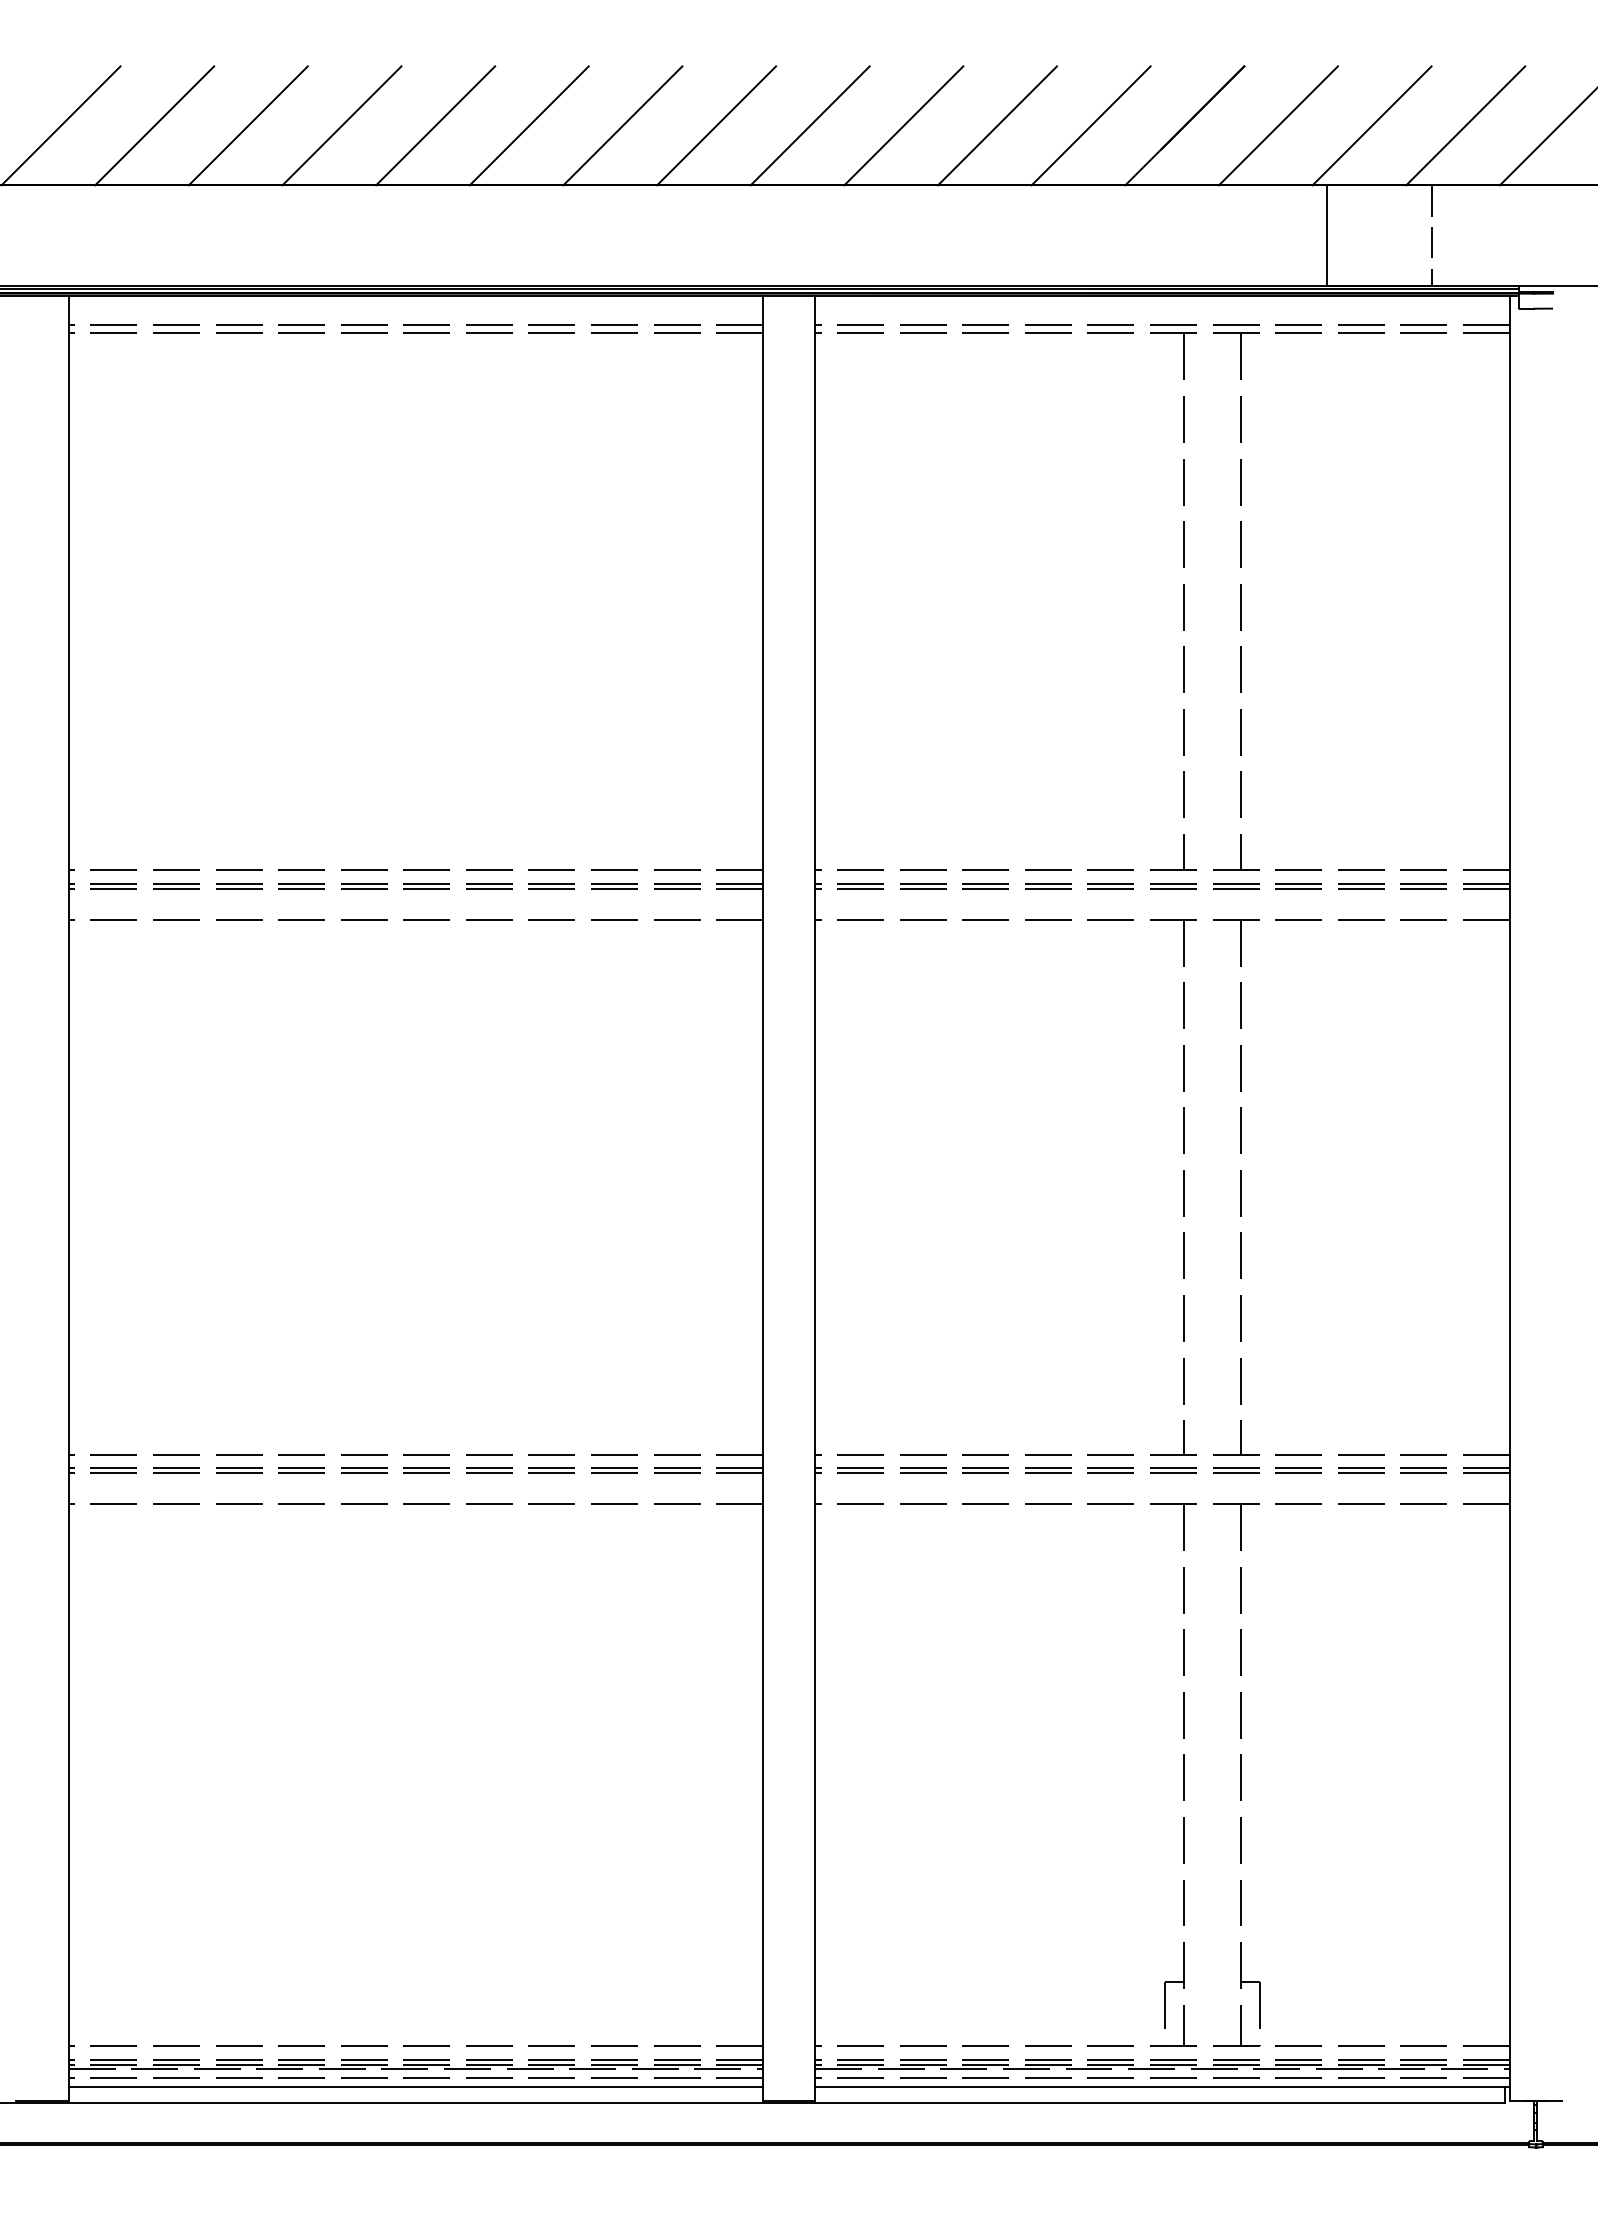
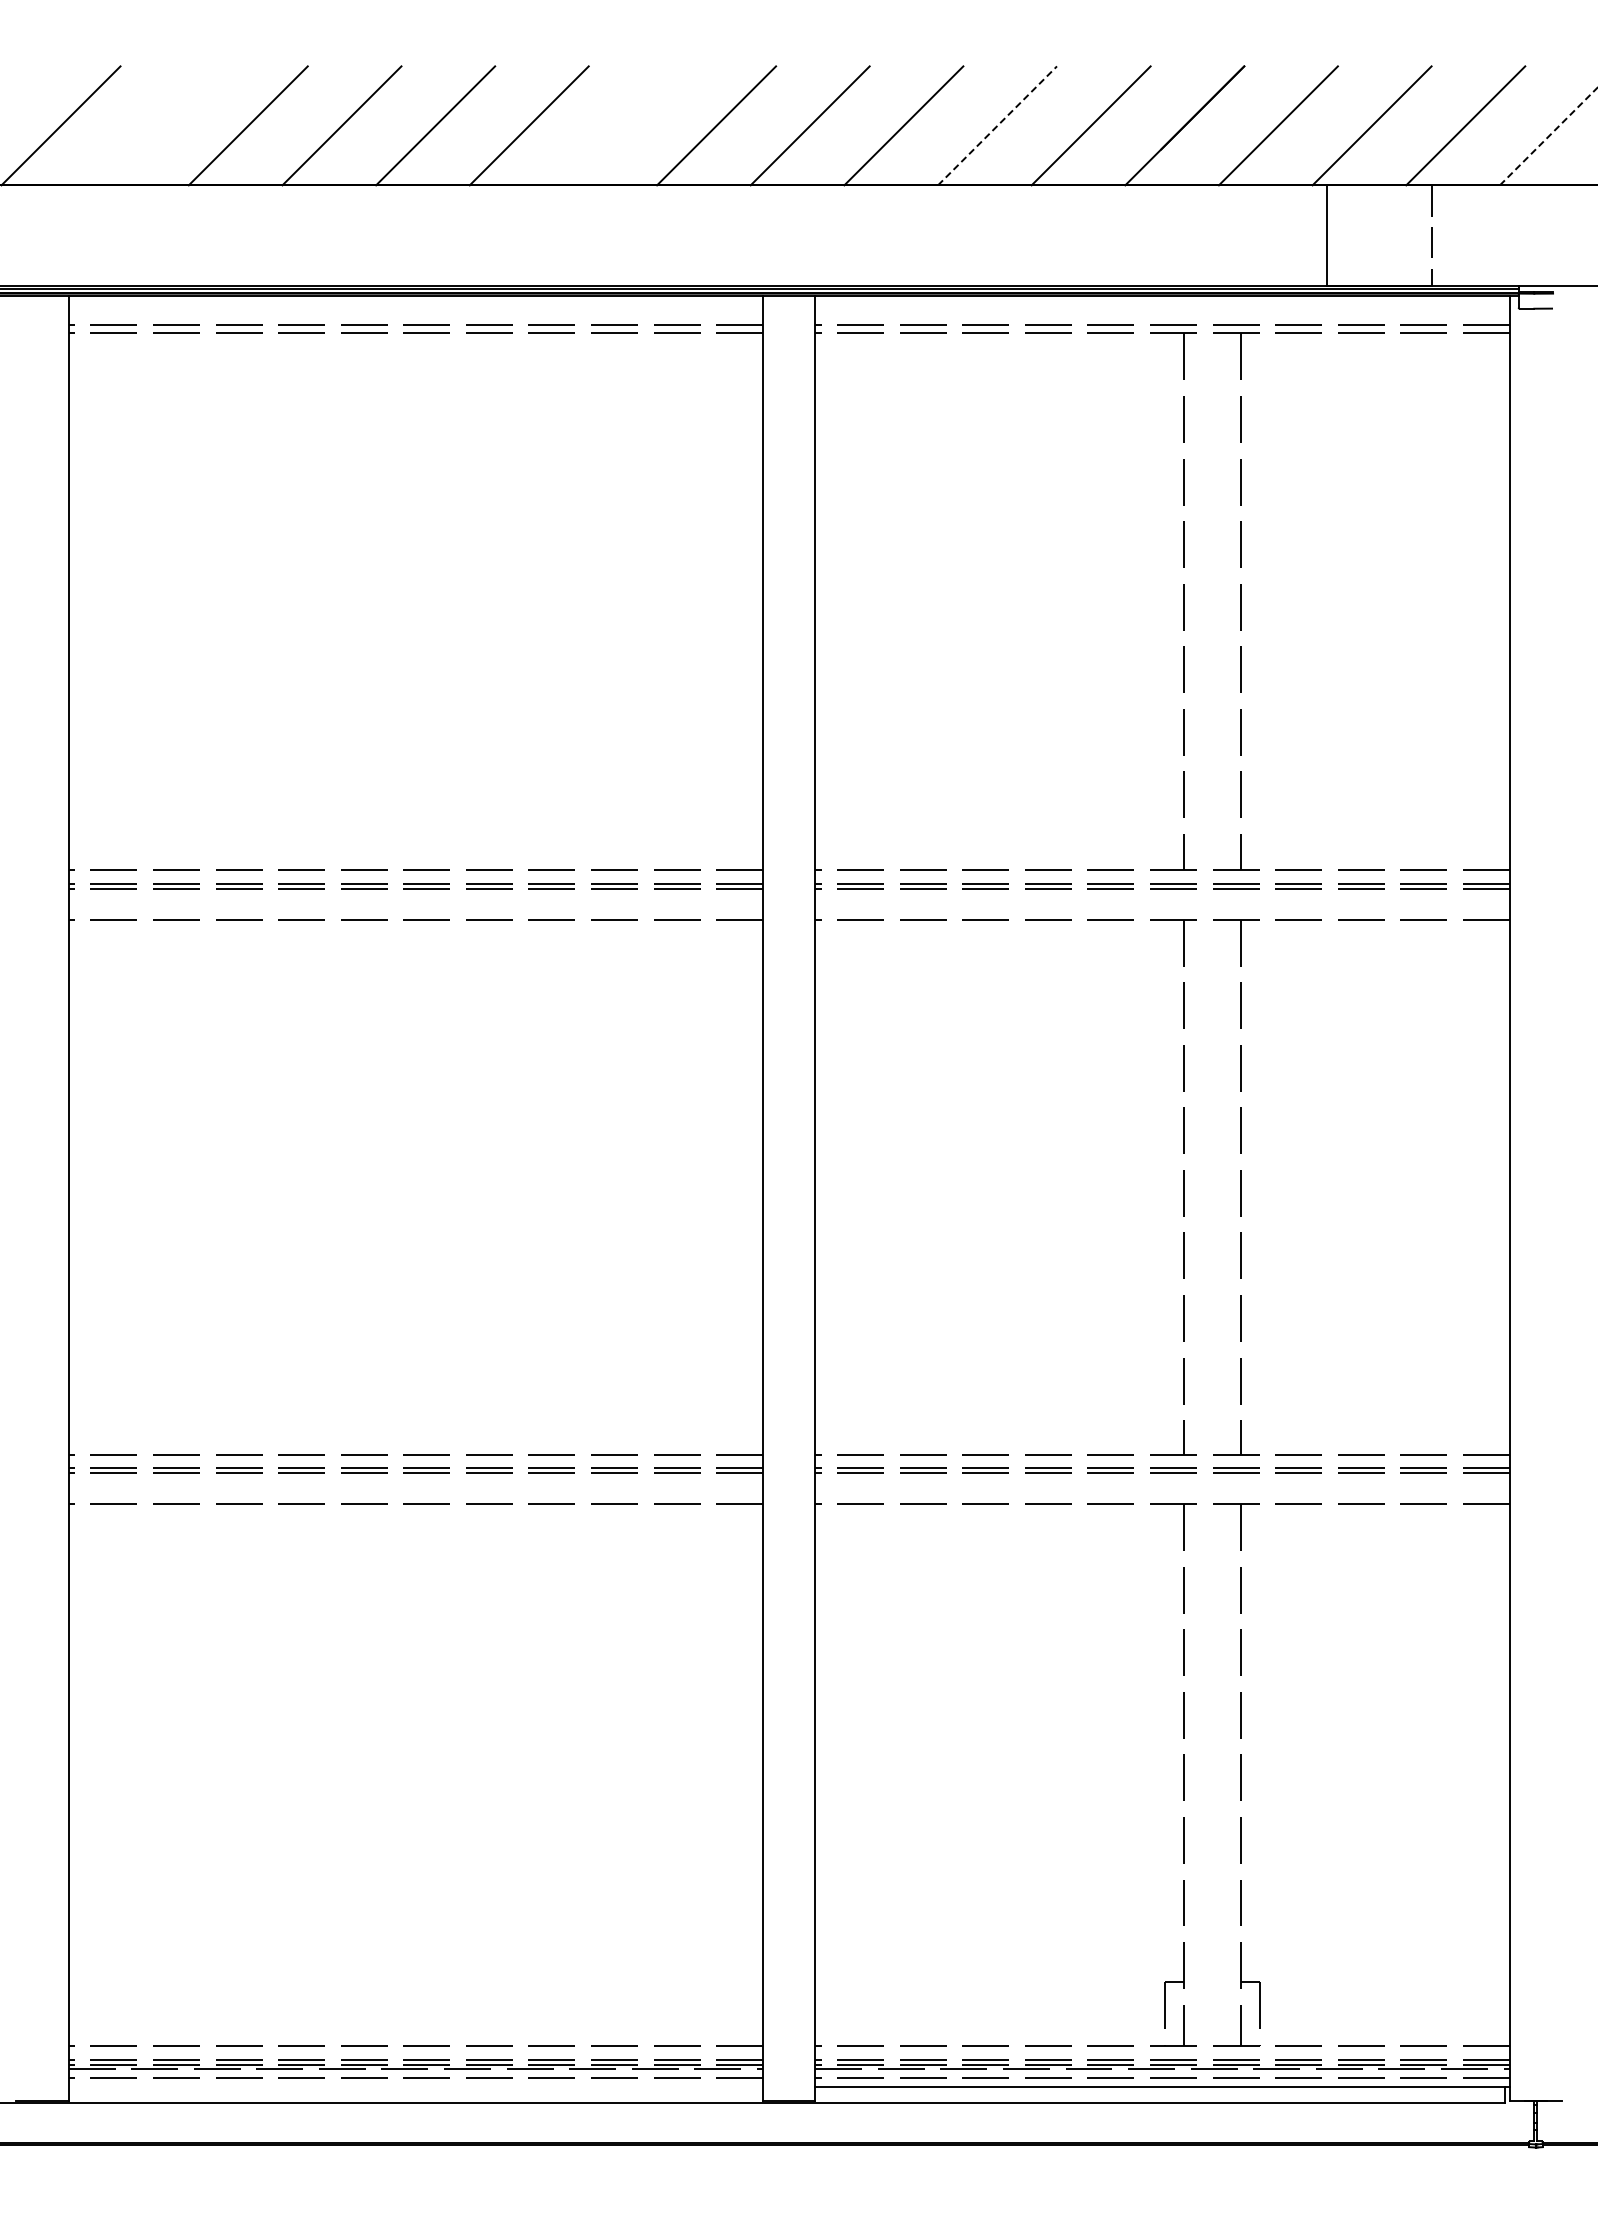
line at (154, 125): present -> none
line at (622, 125): present -> none
line at (997, 125): solid -> dashed
line at (1549, 136): solid -> dashed
line at (415, 2086): present -> none
